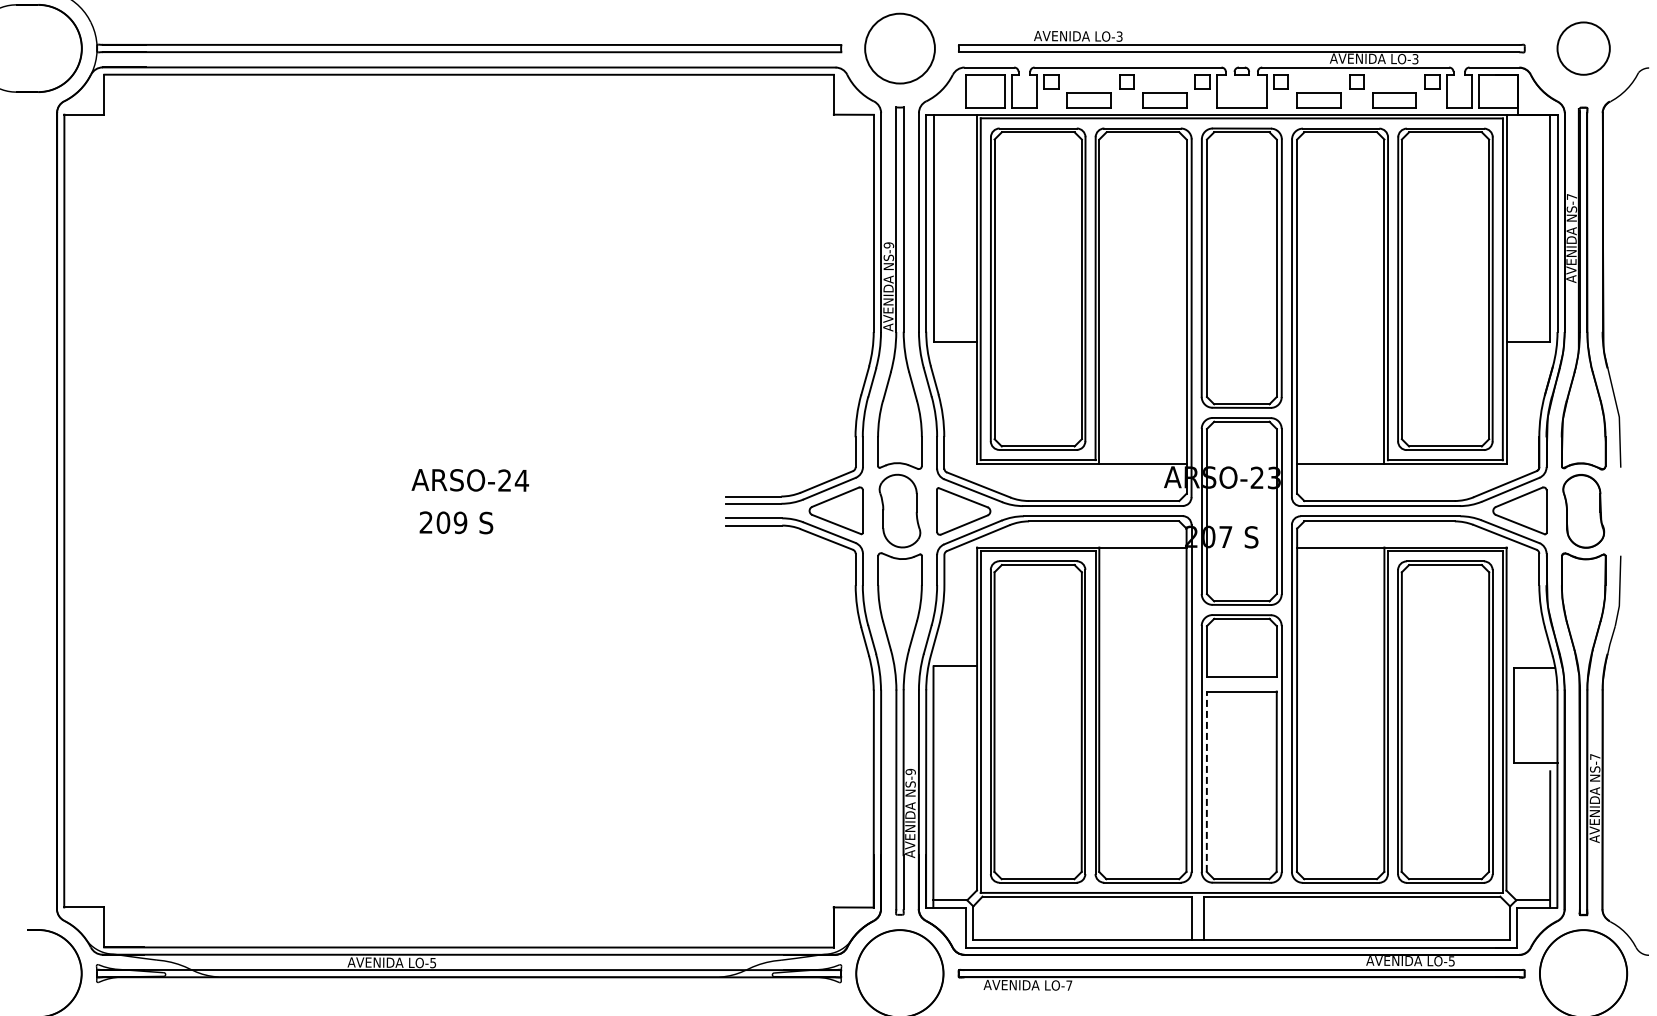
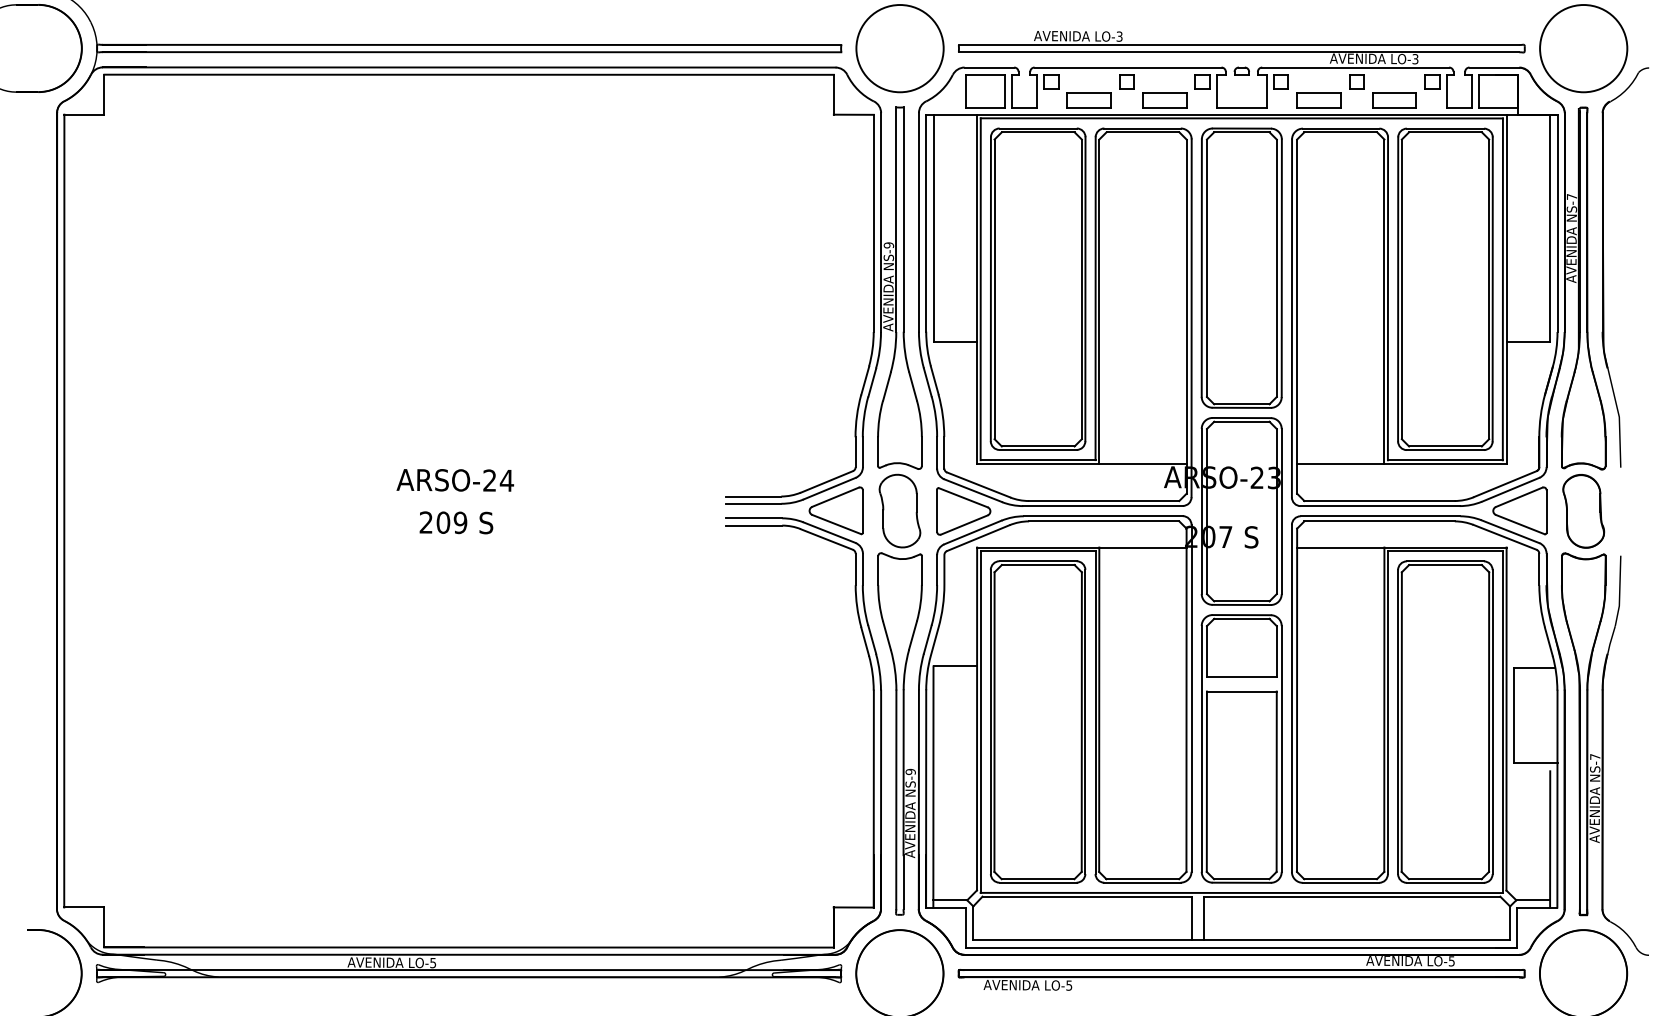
circle at (899, 48) diameter: 70 px -> 87 px
circle at (1583, 48) diameter: 52 px -> 87 px
text at (469, 480) position: (469, 480) -> (454, 480)
line at (1206, 781): dashed -> solid
text at (1069, 985): LO-7 -> LO-5
